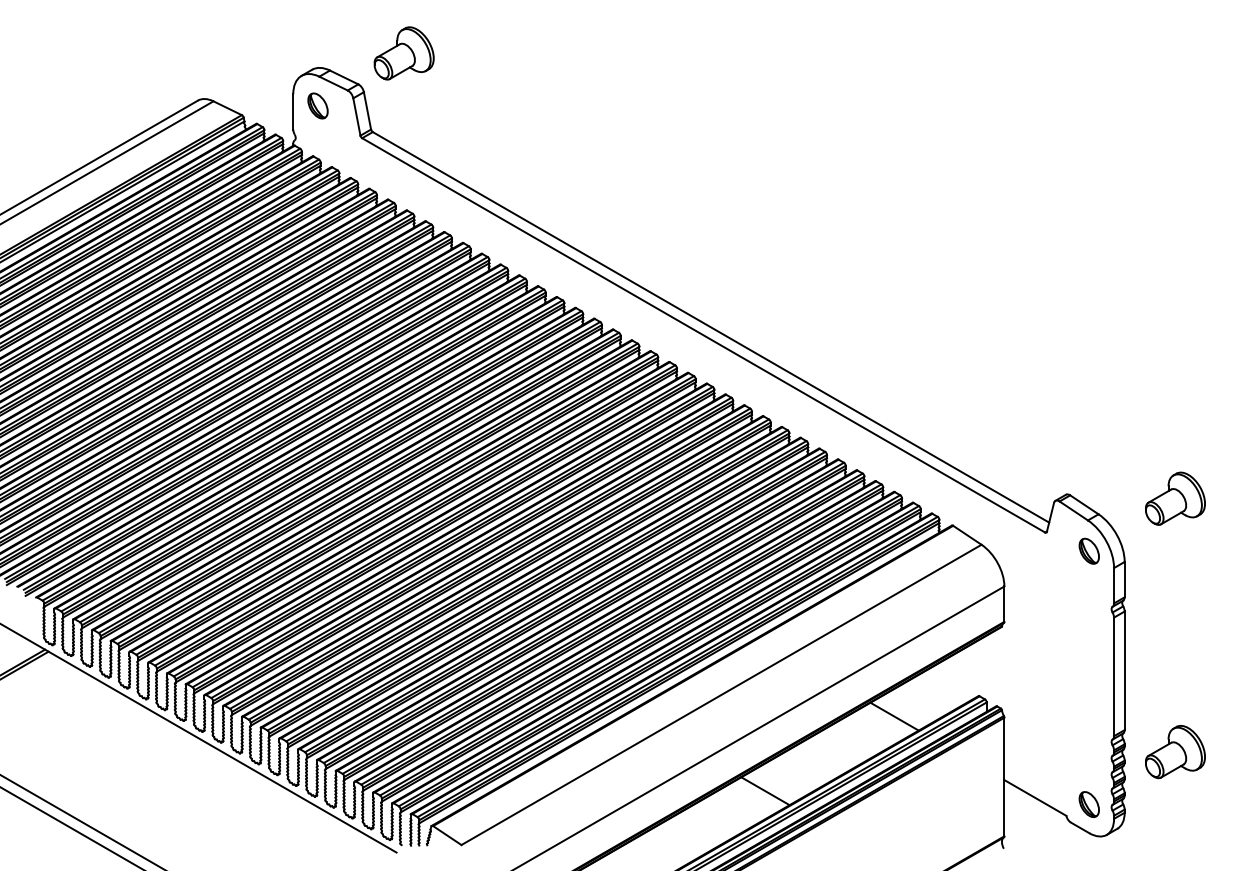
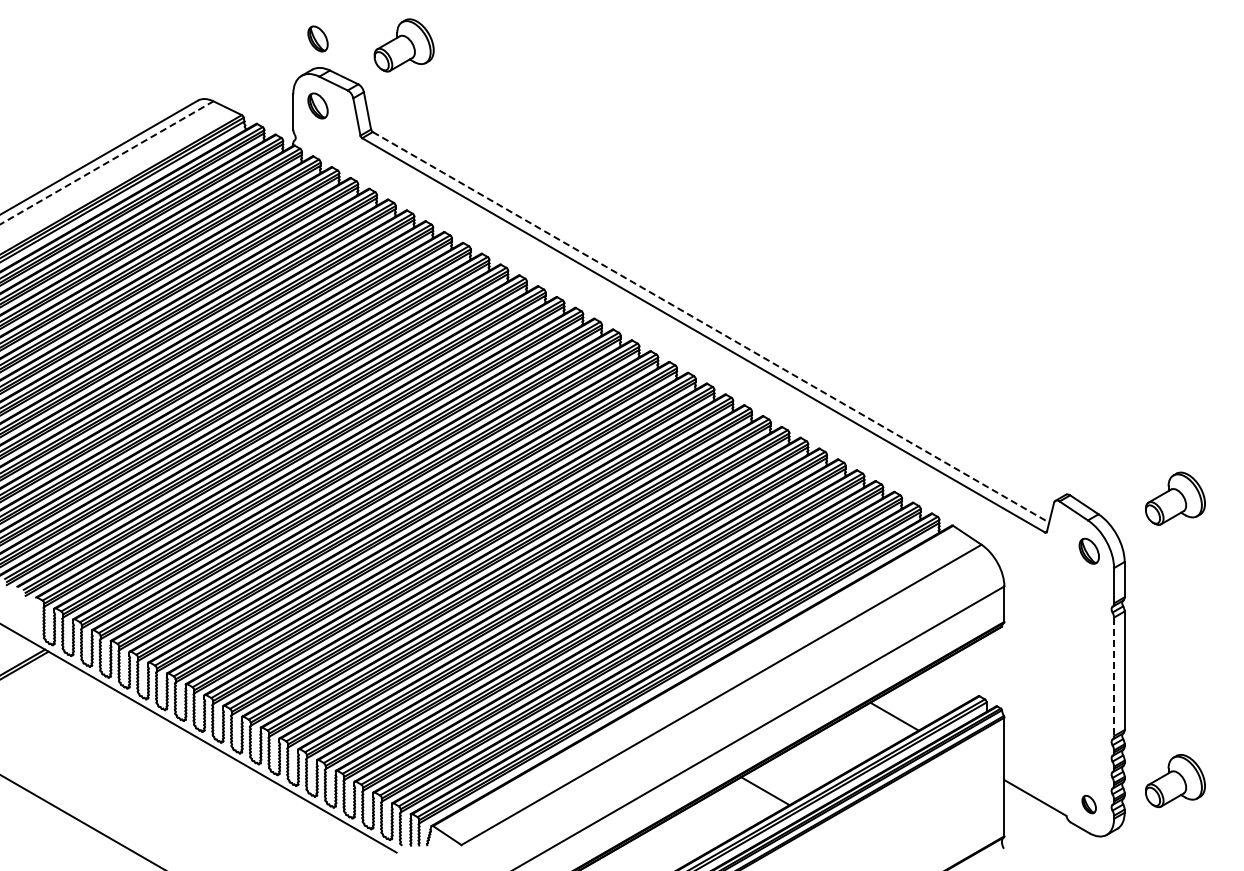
part at (317, 38): none -> present
part at (403, 53) position: (403, 53) -> (403, 45)
line at (107, 162): solid -> dashed
line at (711, 327): solid -> dashed
line at (1114, 677): solid -> dashed
part at (1175, 752) position: (1175, 752) -> (1175, 781)
part at (1088, 804) size: 22x27 px -> 16x21 px
line at (71, 827): present -> none
